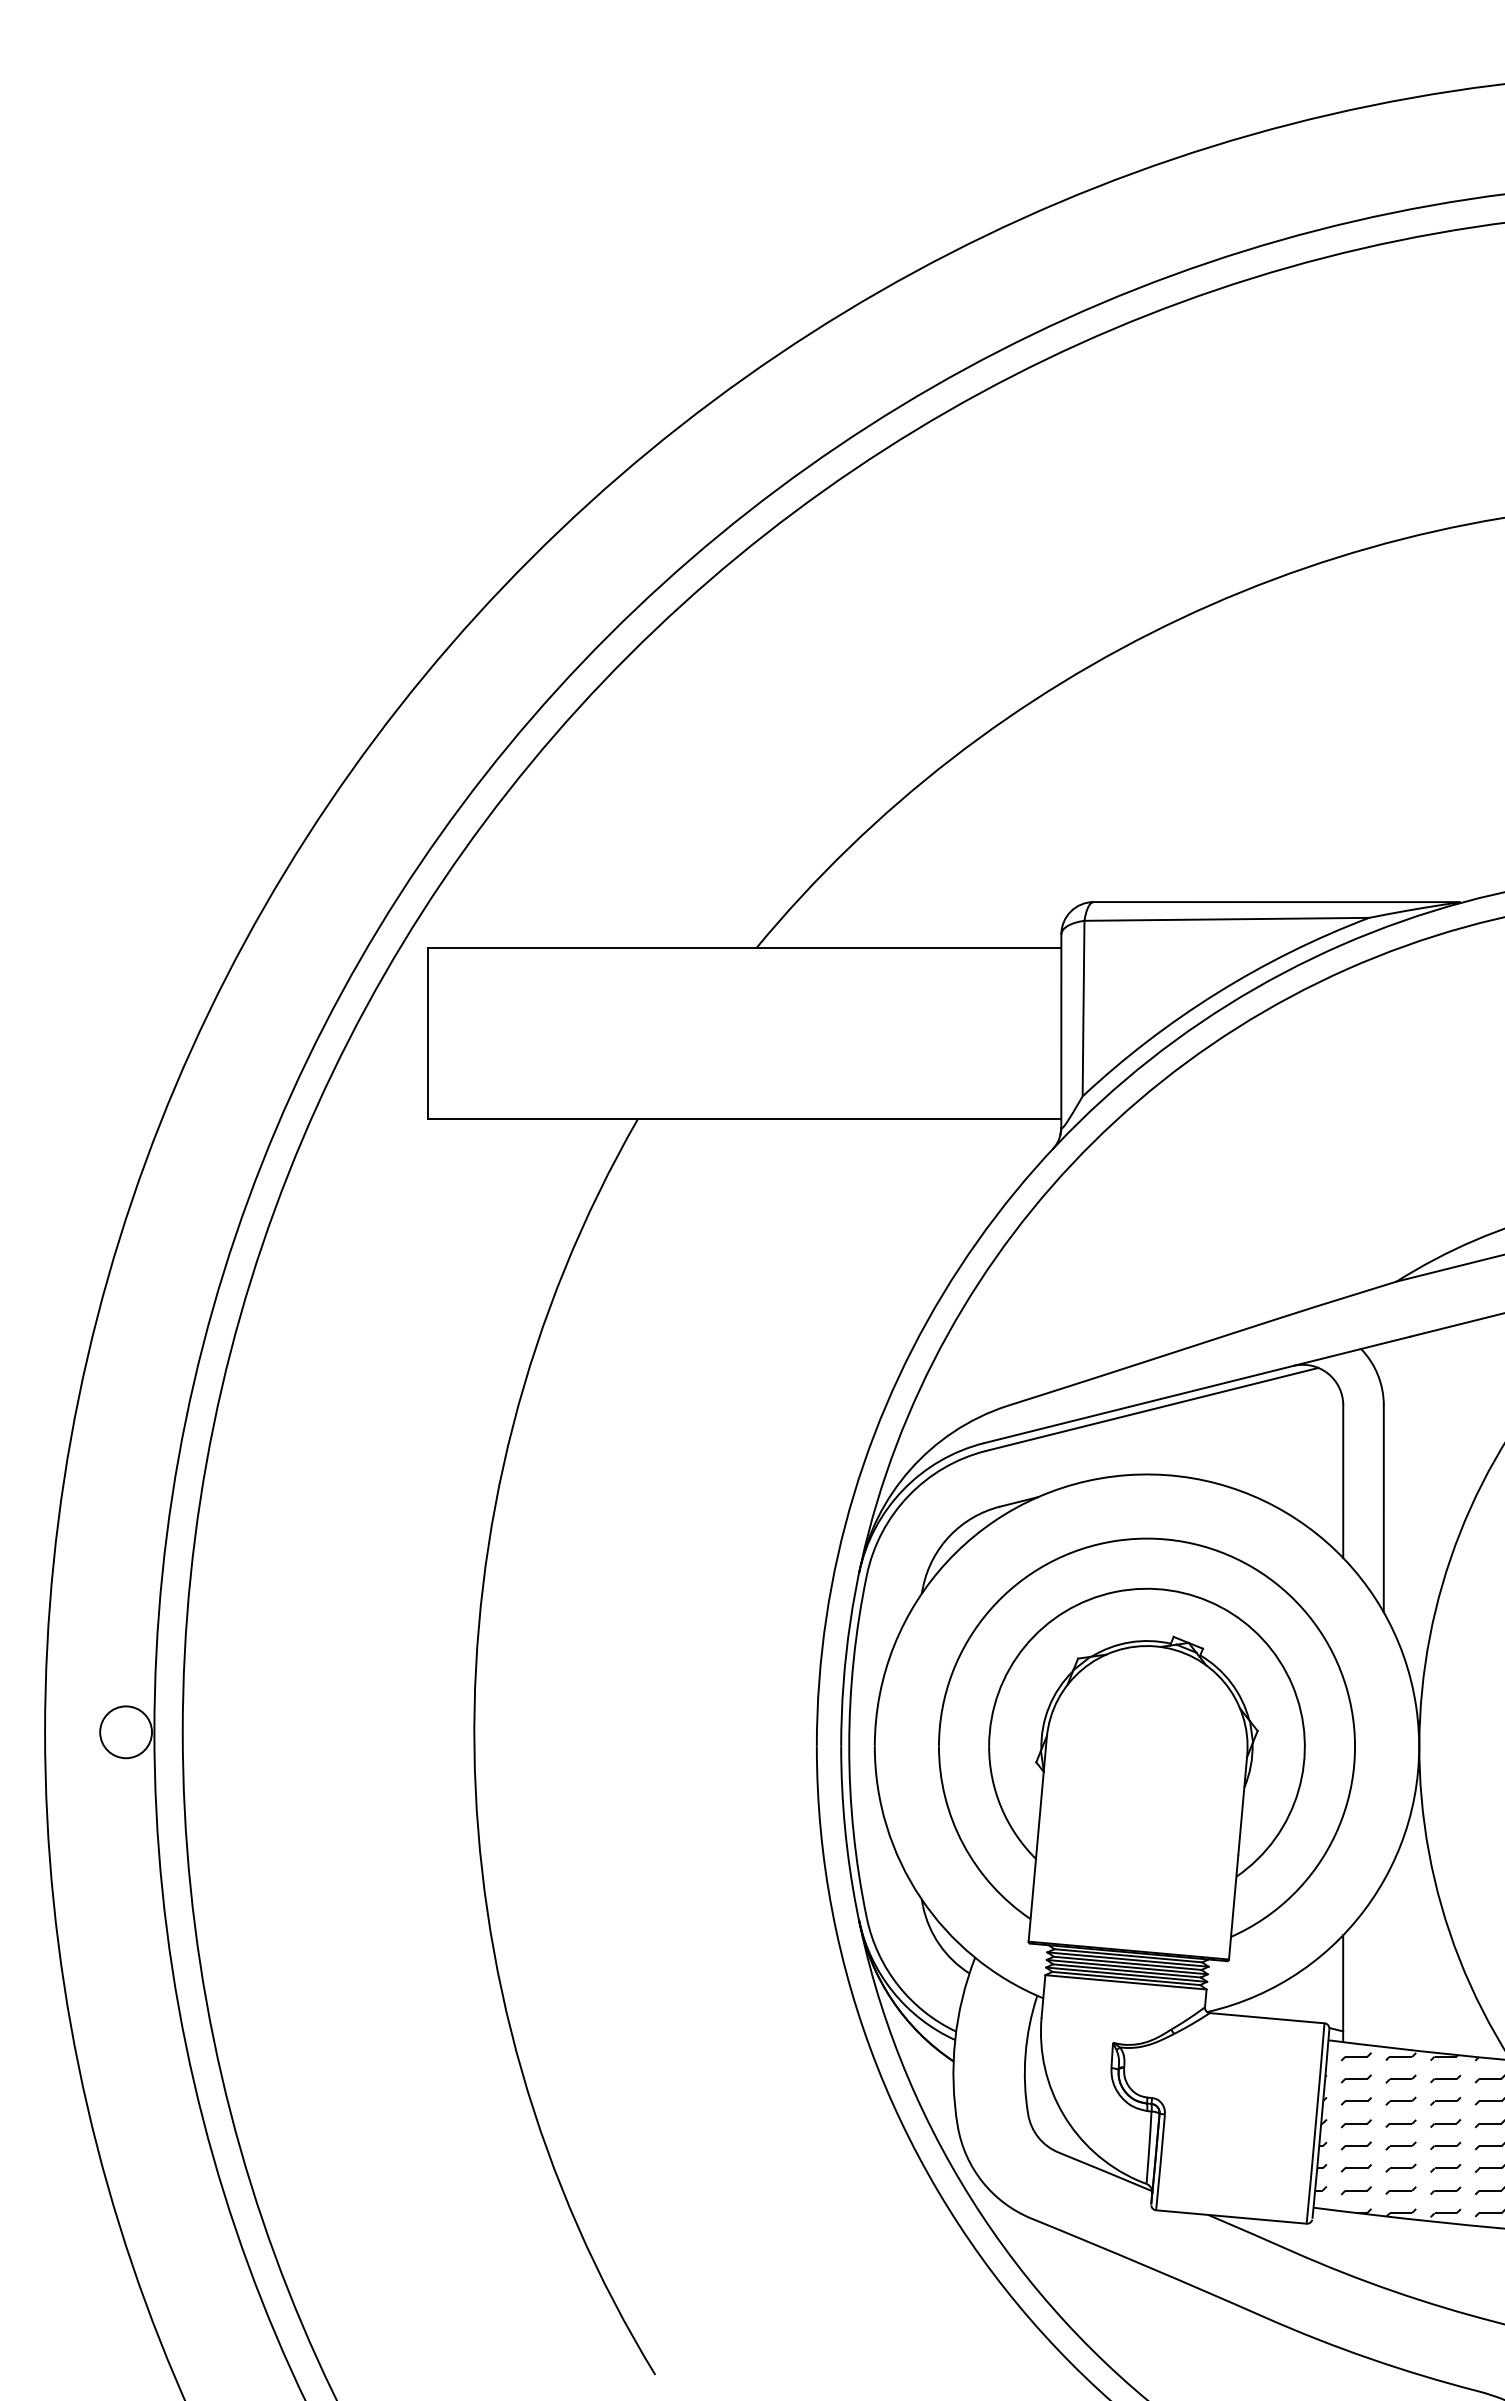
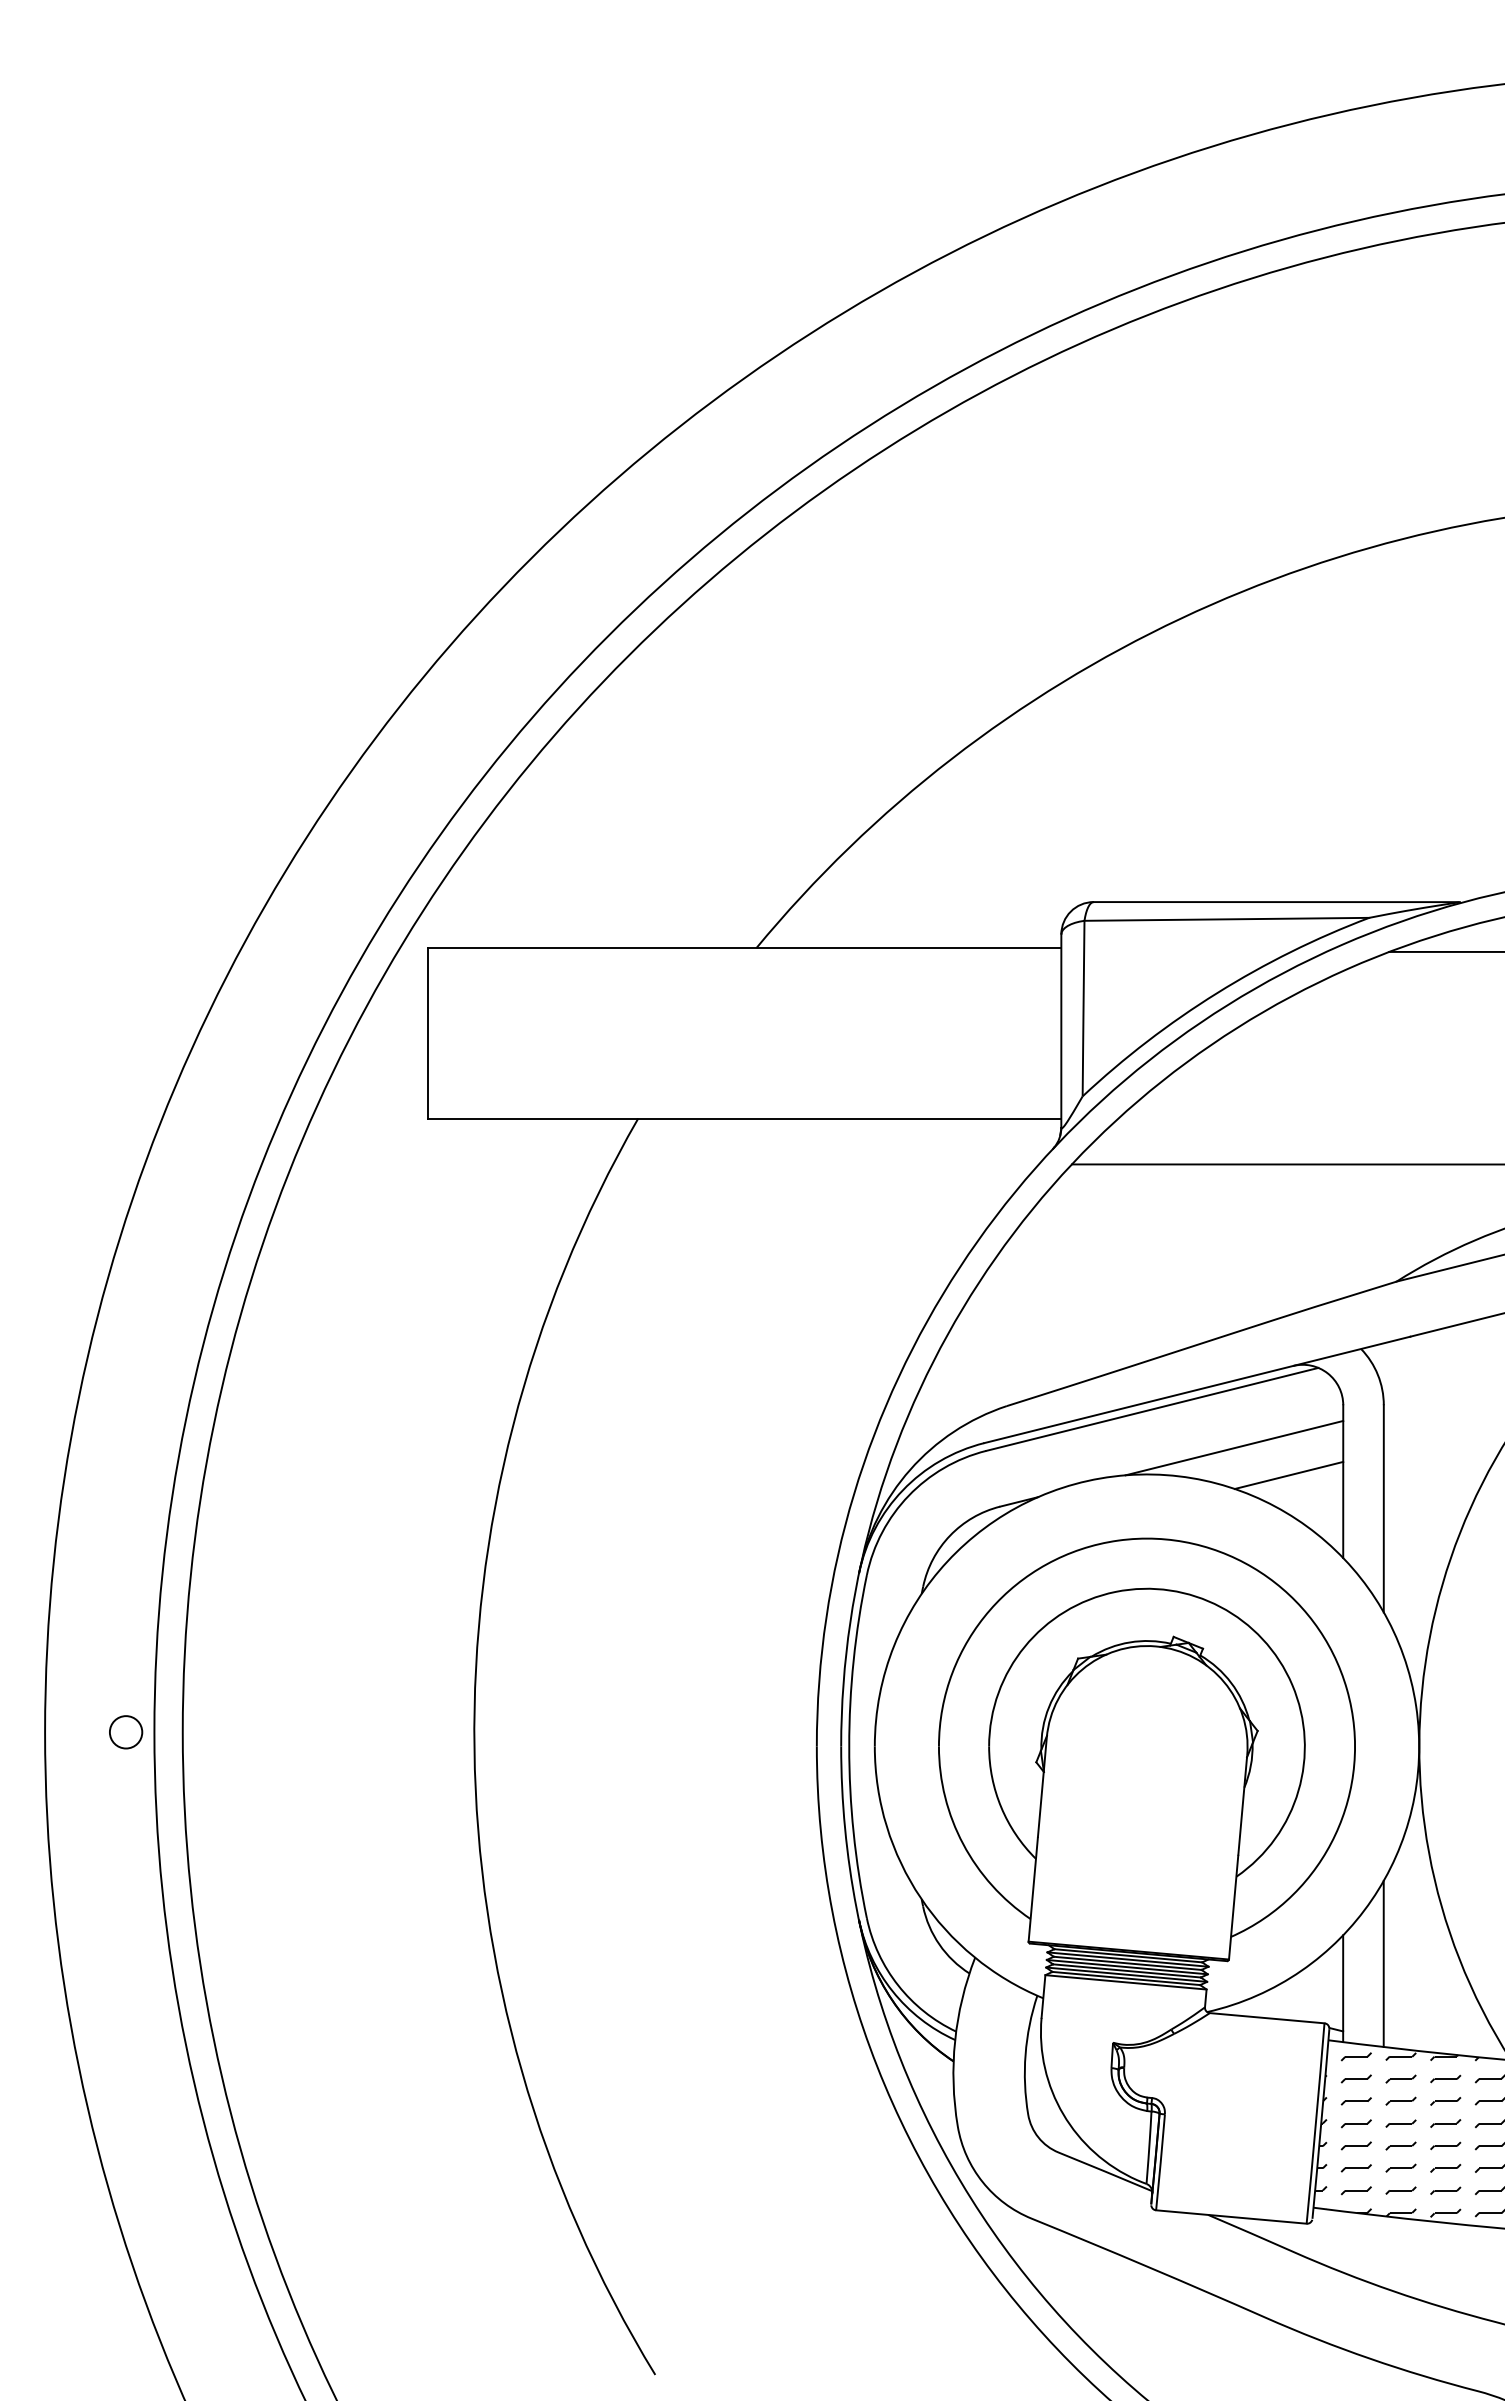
line at (1445, 951): none -> present
line at (1286, 1164): none -> present
line at (1234, 1447): none -> present
line at (1288, 1475): none -> present
circle at (126, 1732) diameter: 52 px -> 32 px
line at (1383, 1963): none -> present
